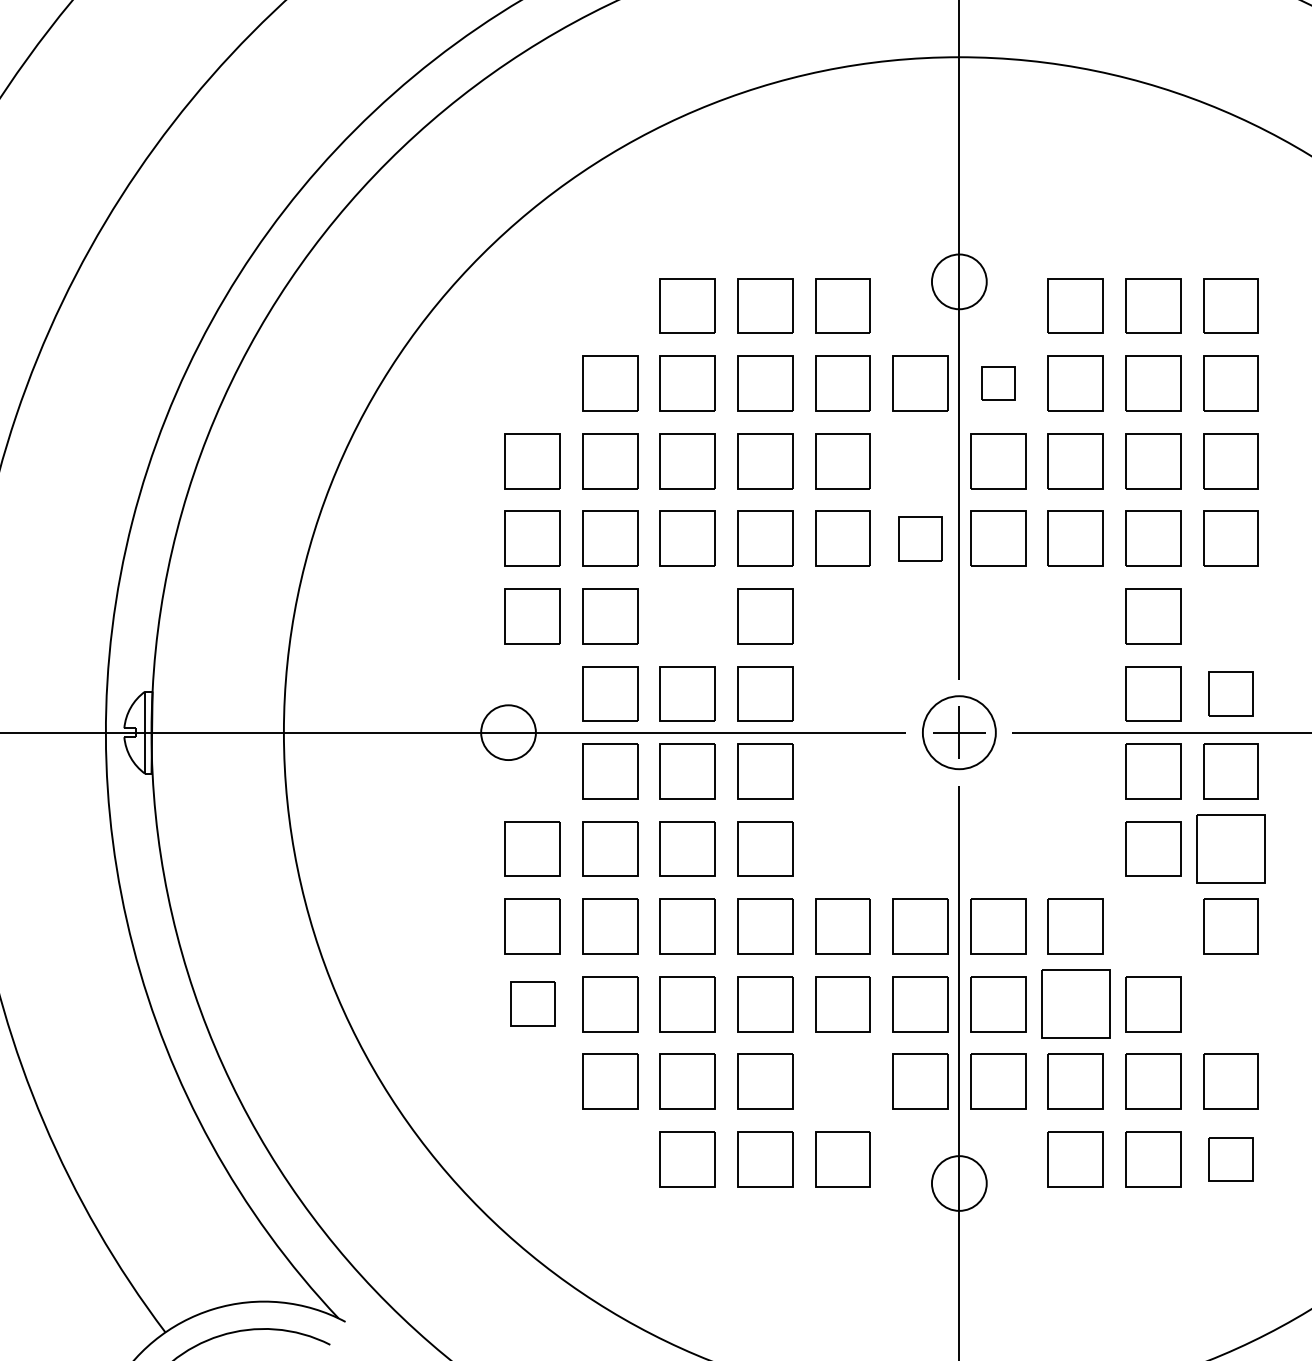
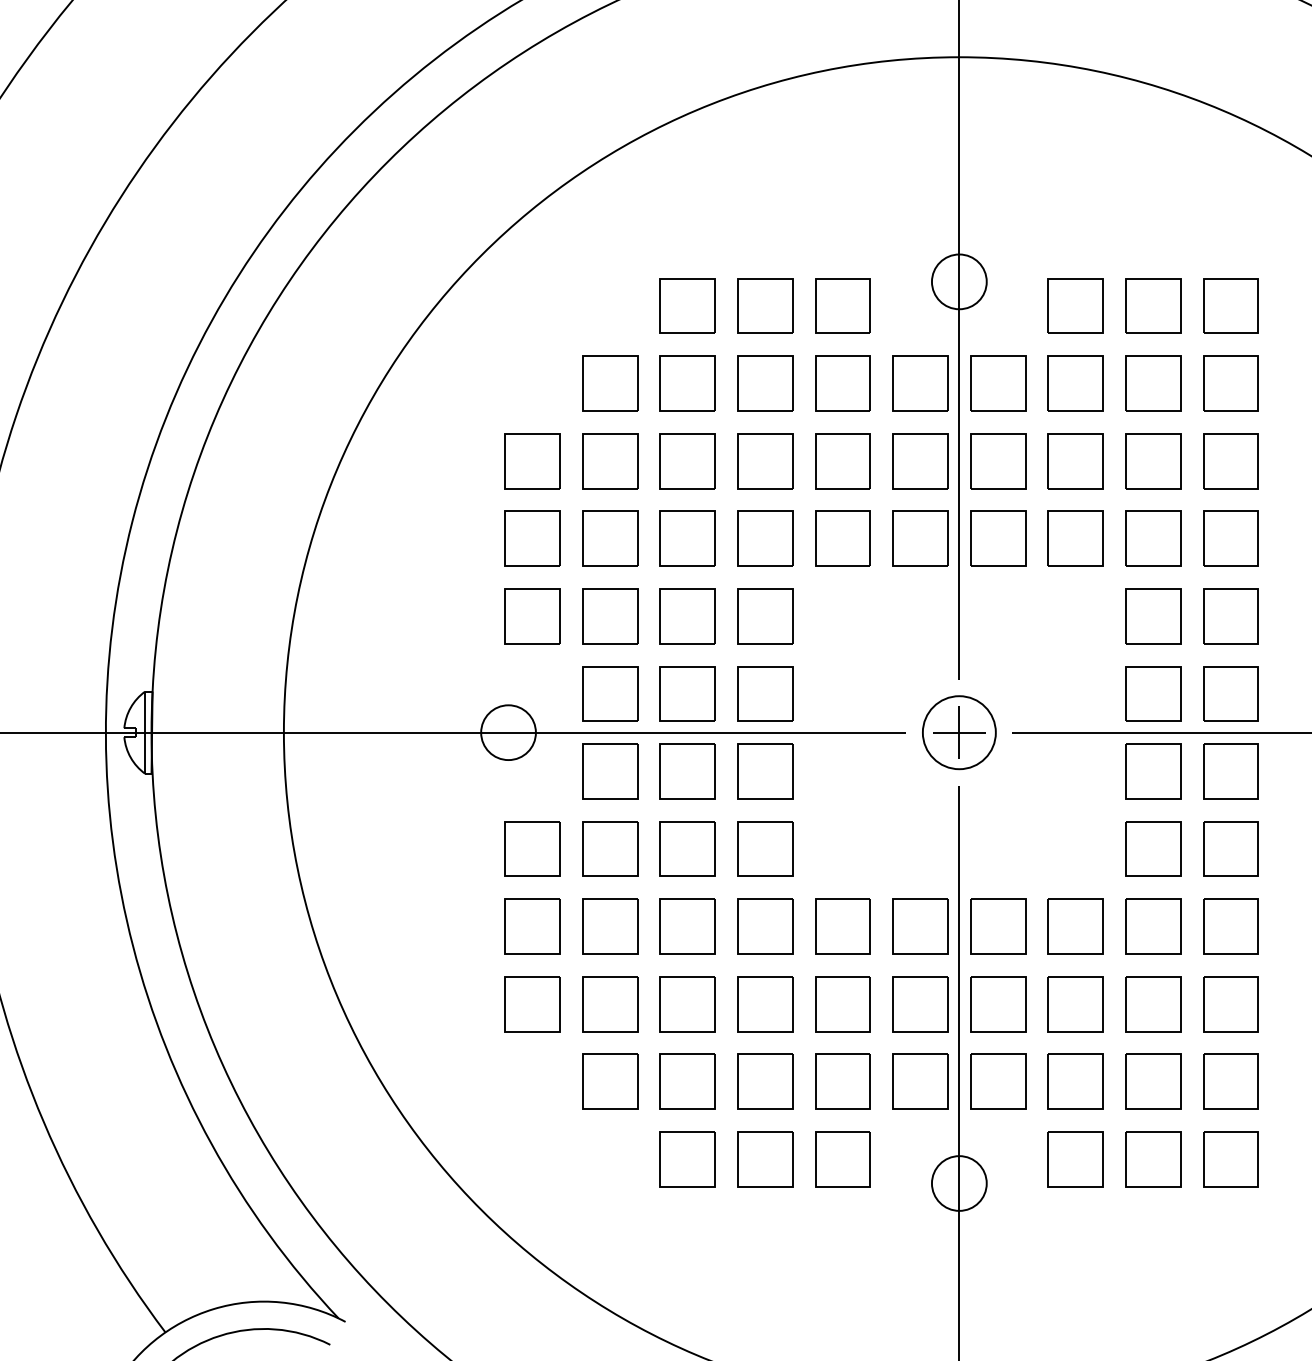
part at (998, 383) size: 35x35 px -> 57x57 px
part at (920, 461): none -> present
part at (920, 538) size: 45x46 px -> 57x57 px
part at (687, 616): none -> present
part at (1230, 616): none -> present
part at (1230, 693) size: 46x46 px -> 56x56 px
part at (1230, 848) size: 70x70 px -> 56x56 px
part at (1153, 926): none -> present
part at (532, 1003) size: 46x46 px -> 57x57 px
part at (1075, 1003) size: 70x70 px -> 57x57 px
part at (1230, 1004): none -> present
part at (842, 1081): none -> present
part at (1230, 1159) size: 46x45 px -> 56x57 px
